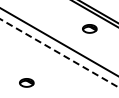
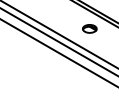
line at (59, 34): none -> present
line at (59, 53): dashed -> solid
part at (26, 82): present -> none
